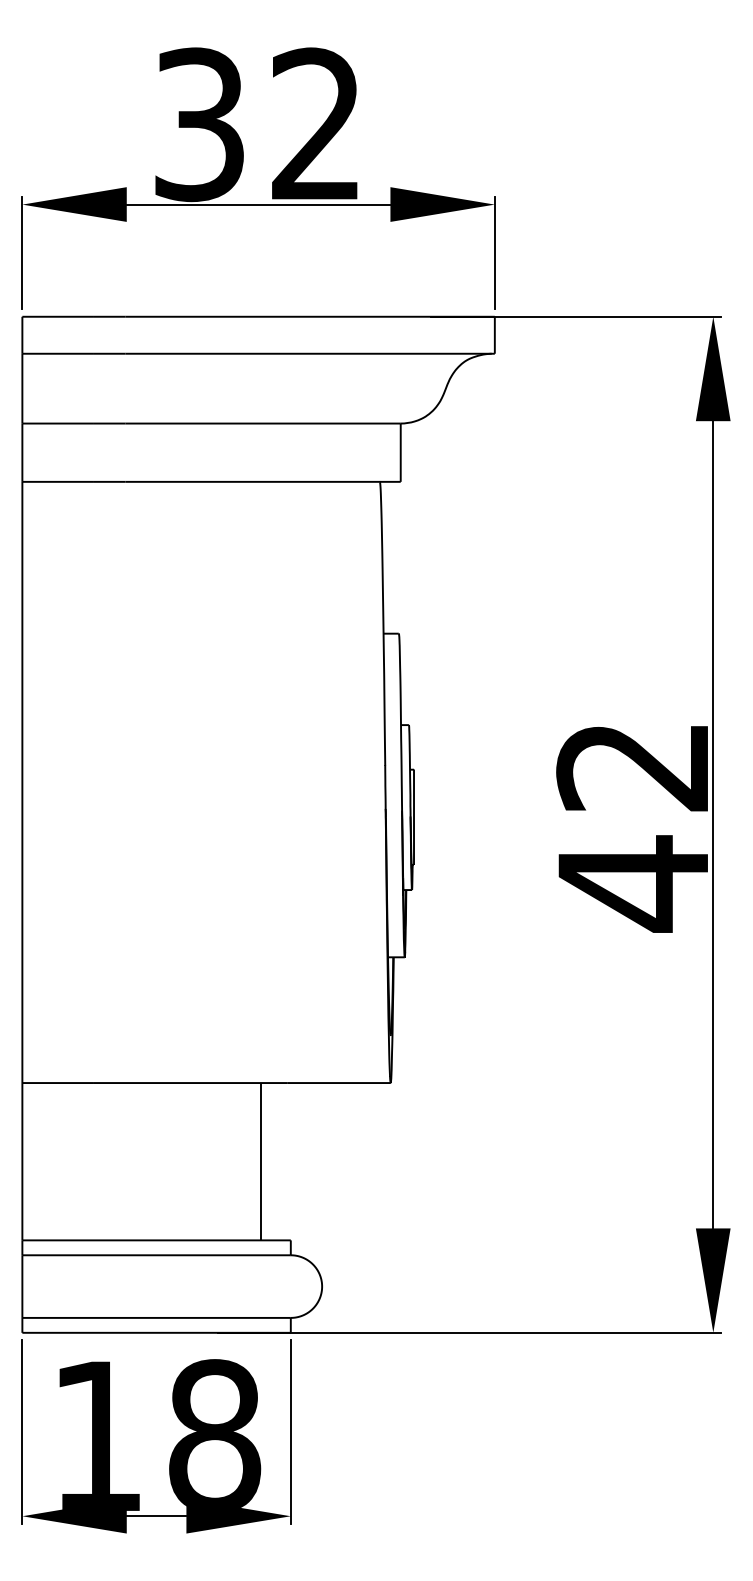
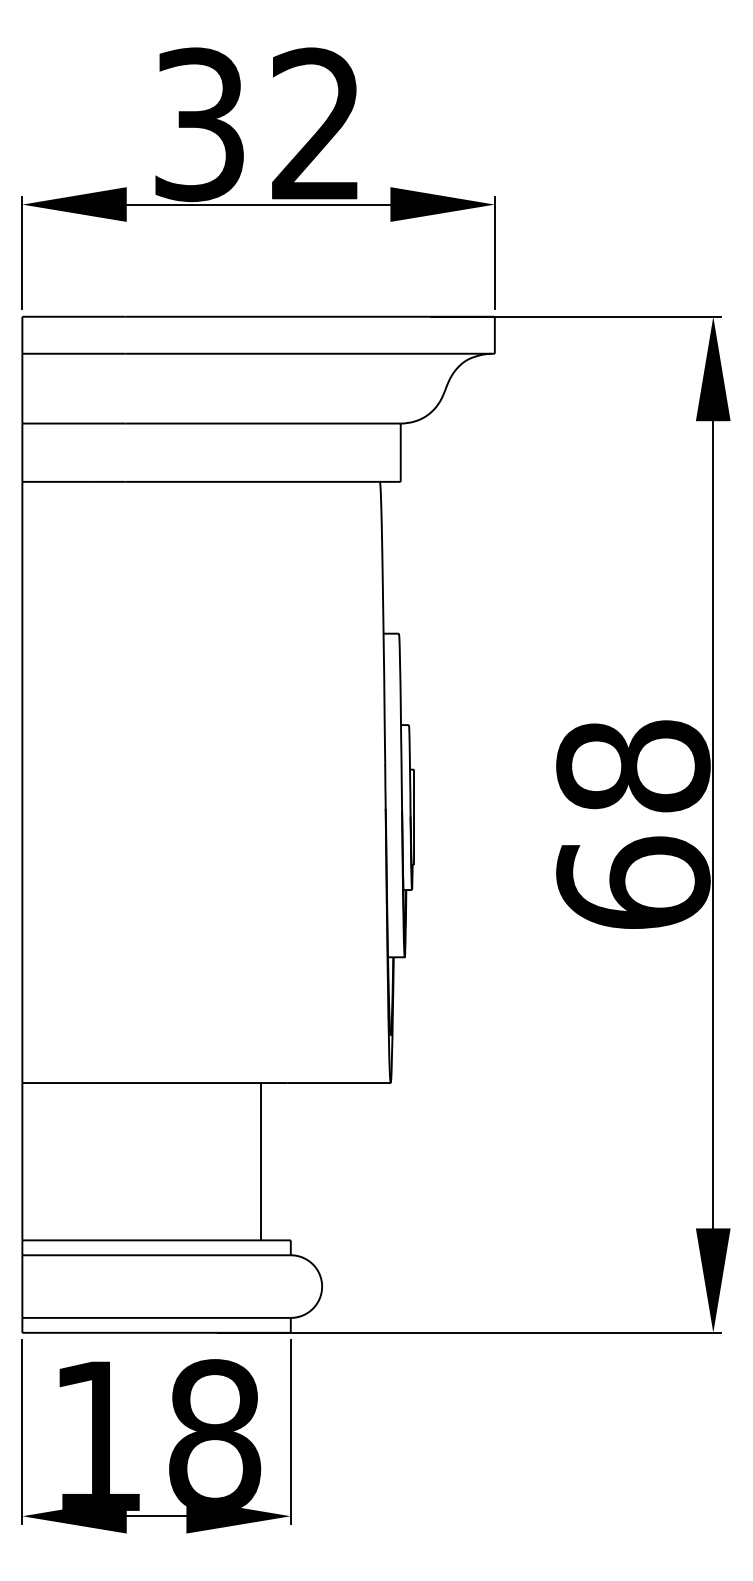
text at (633, 826): 42 -> 68
